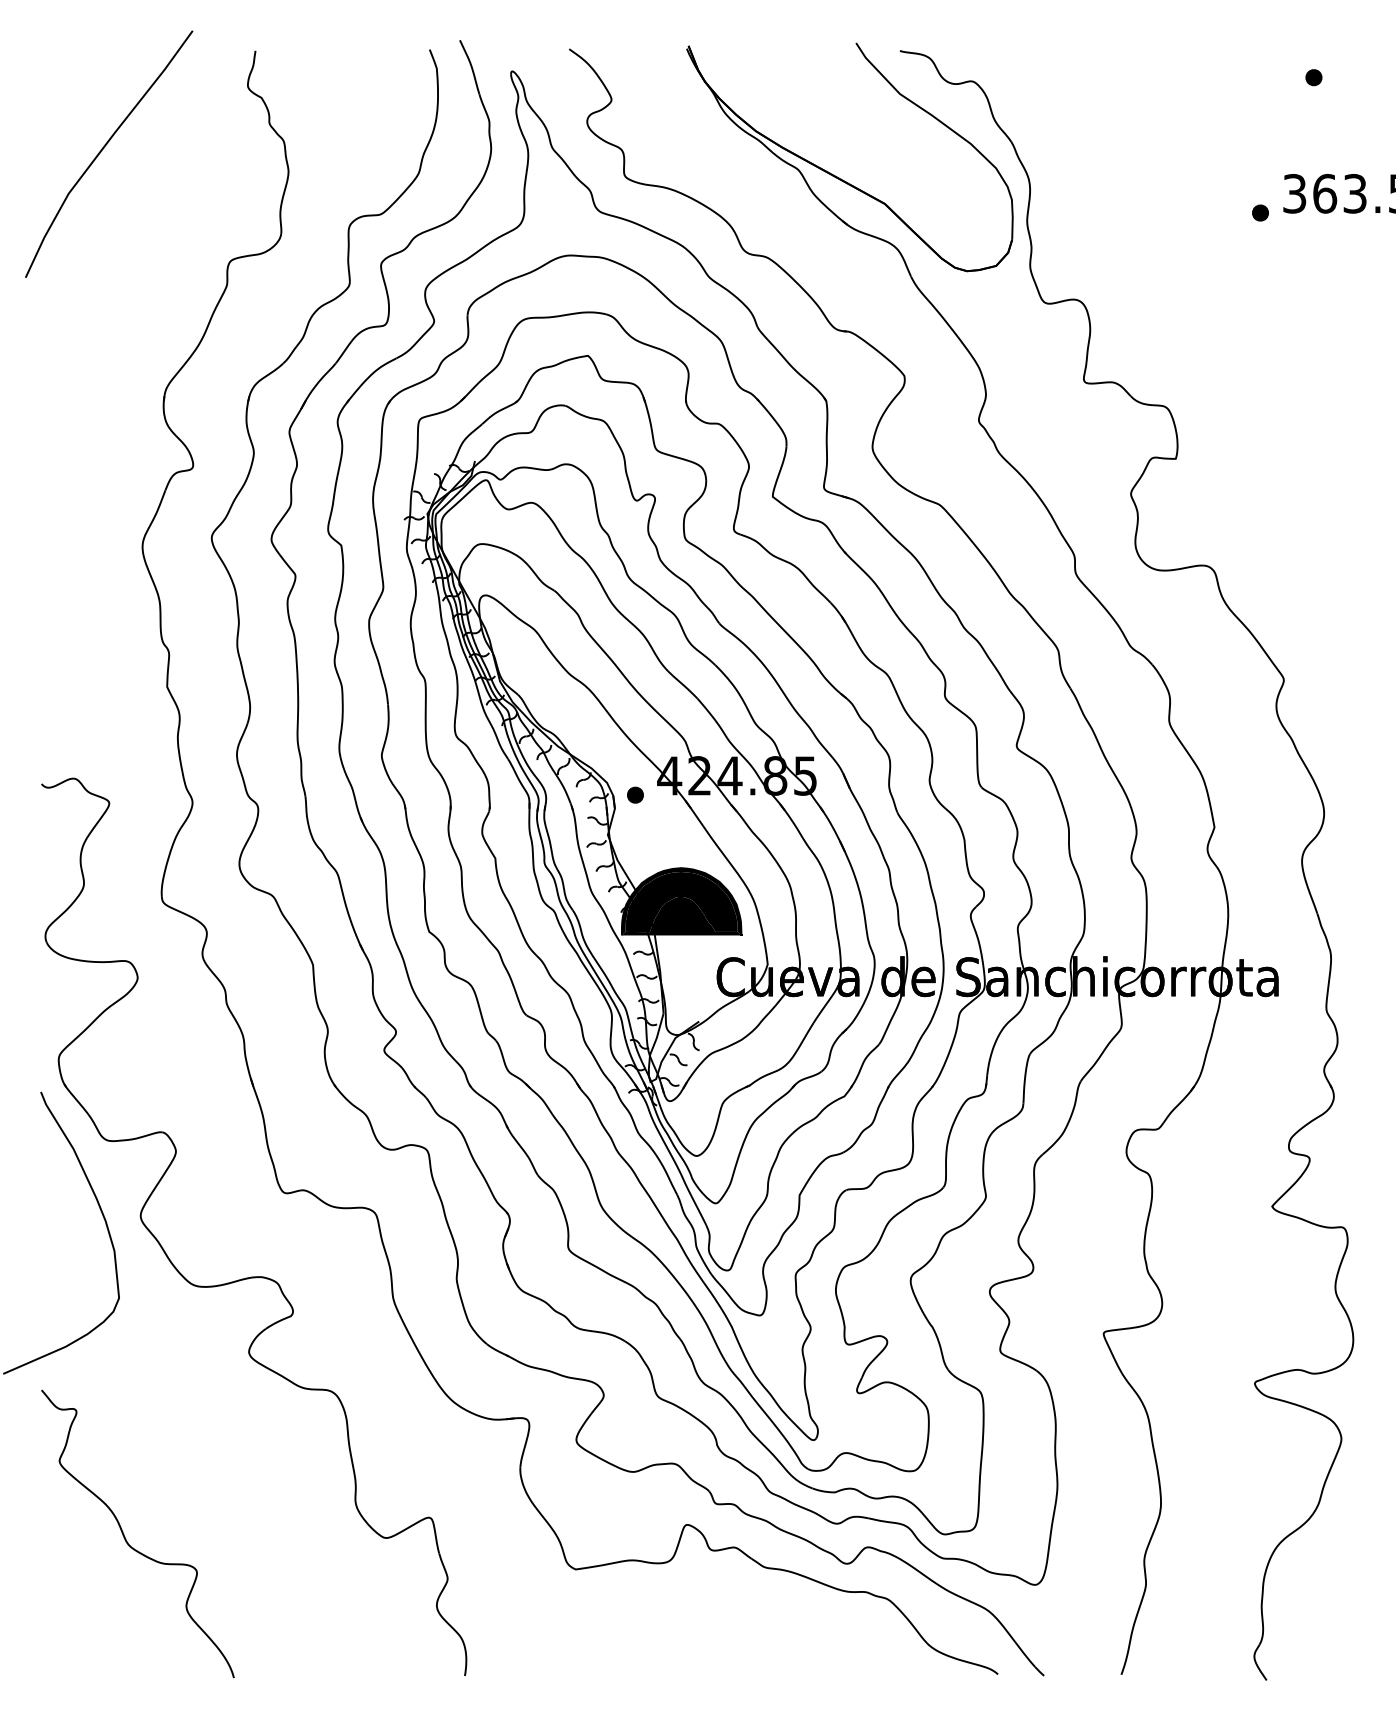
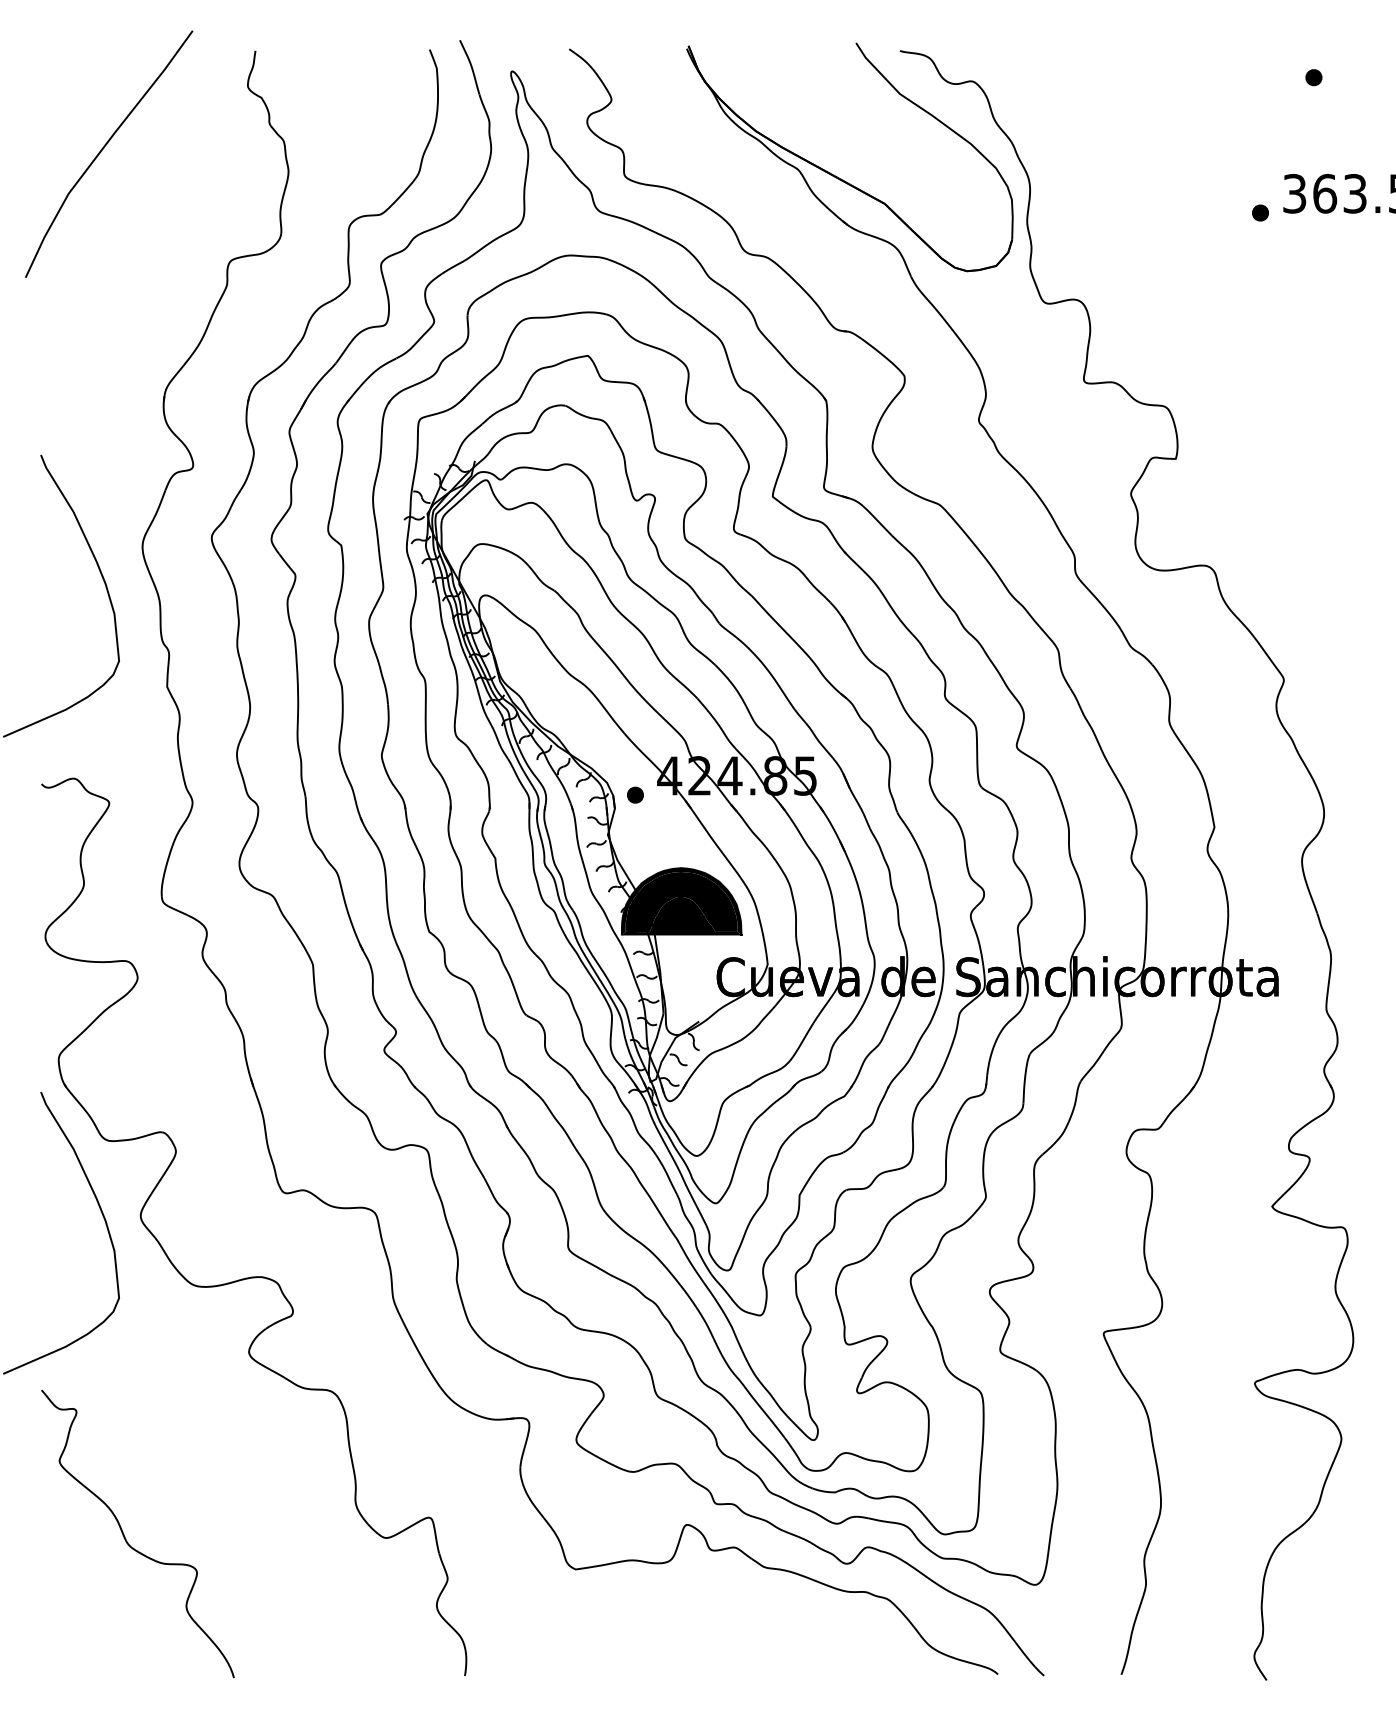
curve at (102, 579): none -> present
